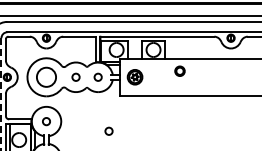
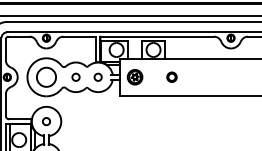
part at (179, 70) position: (179, 70) -> (171, 76)
line at (1, 94): dashed -> solid
circle at (108, 130): present -> none
